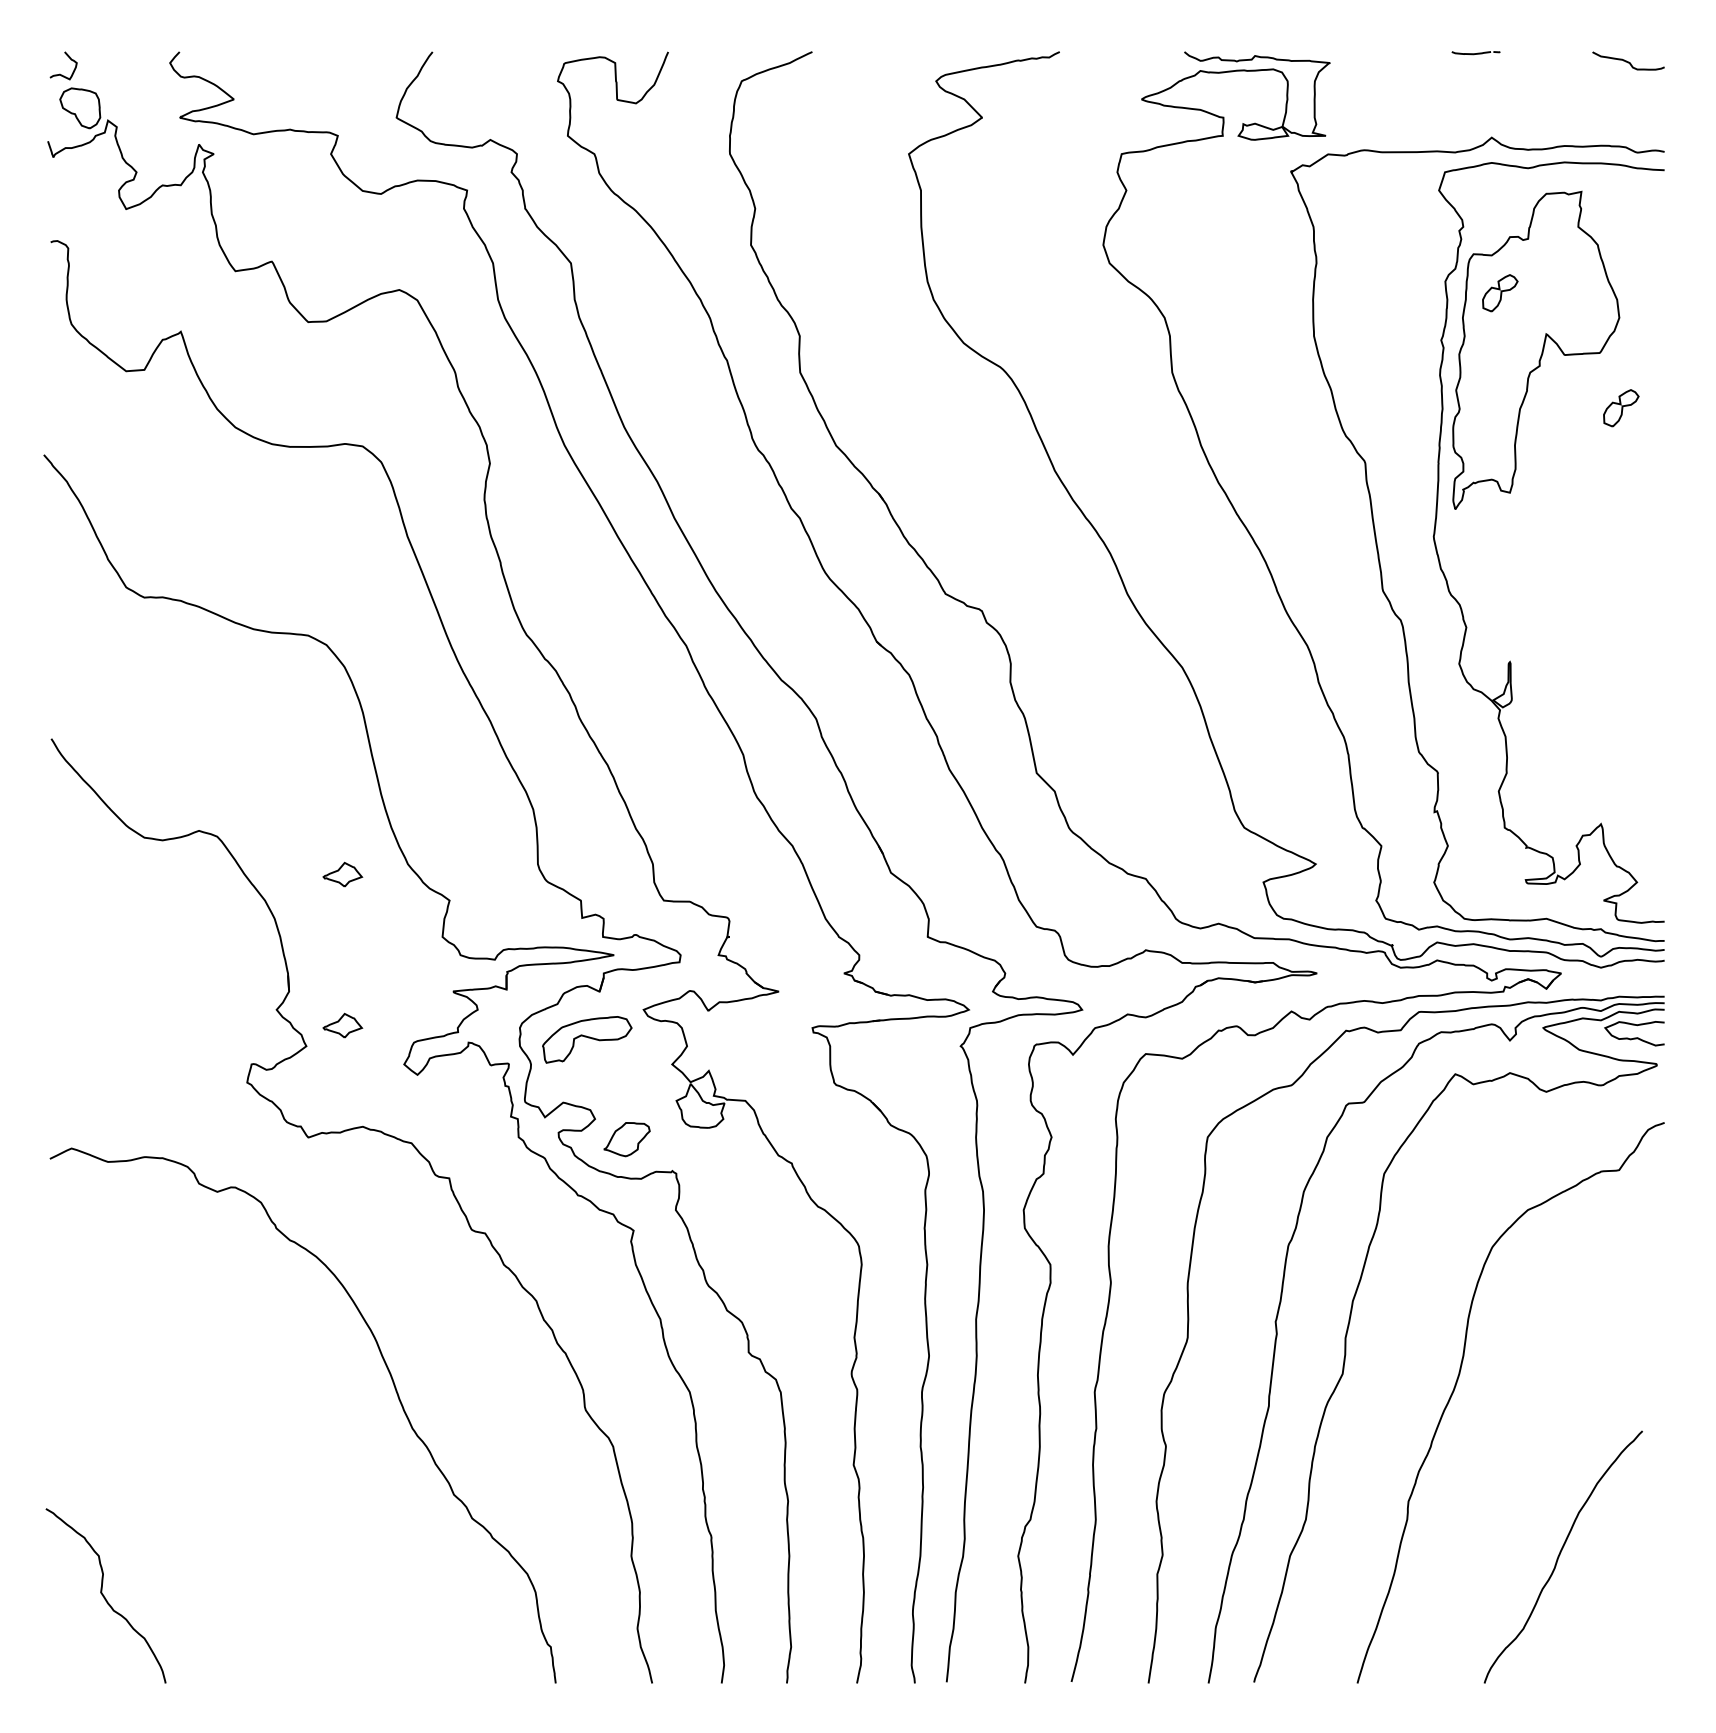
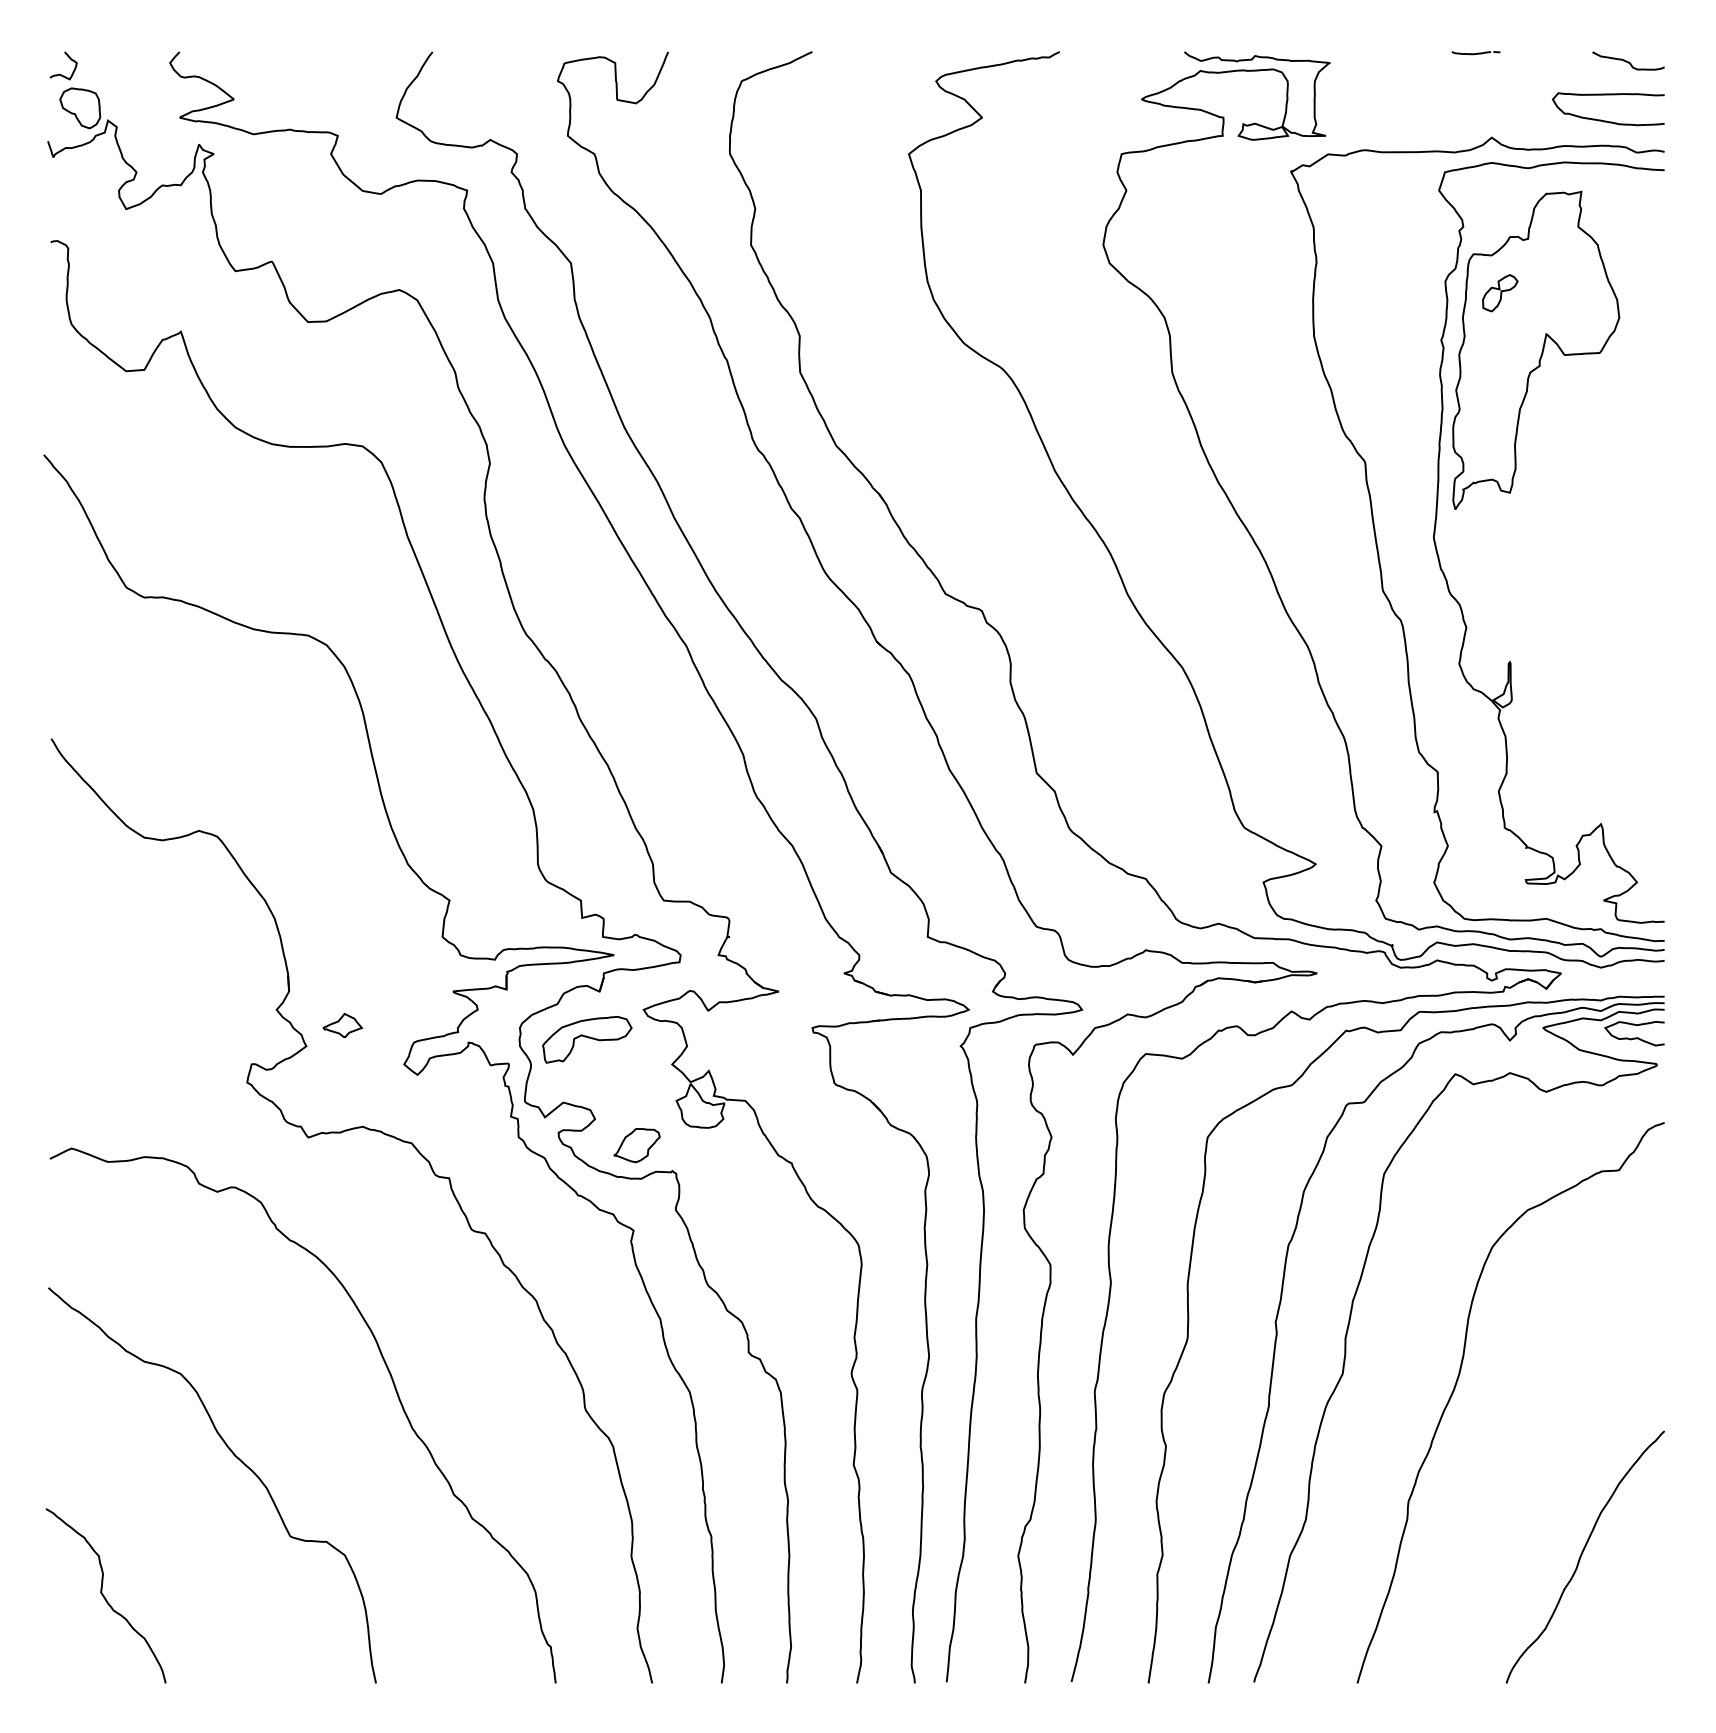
curve at (1606, 120): none -> present
part at (1621, 408): present -> none
part at (342, 874): present -> none
part at (626, 1139) position: (626, 1139) -> (636, 1145)
curve at (236, 1458): none -> present
curve at (1560, 1555) position: (1560, 1555) -> (1582, 1555)
